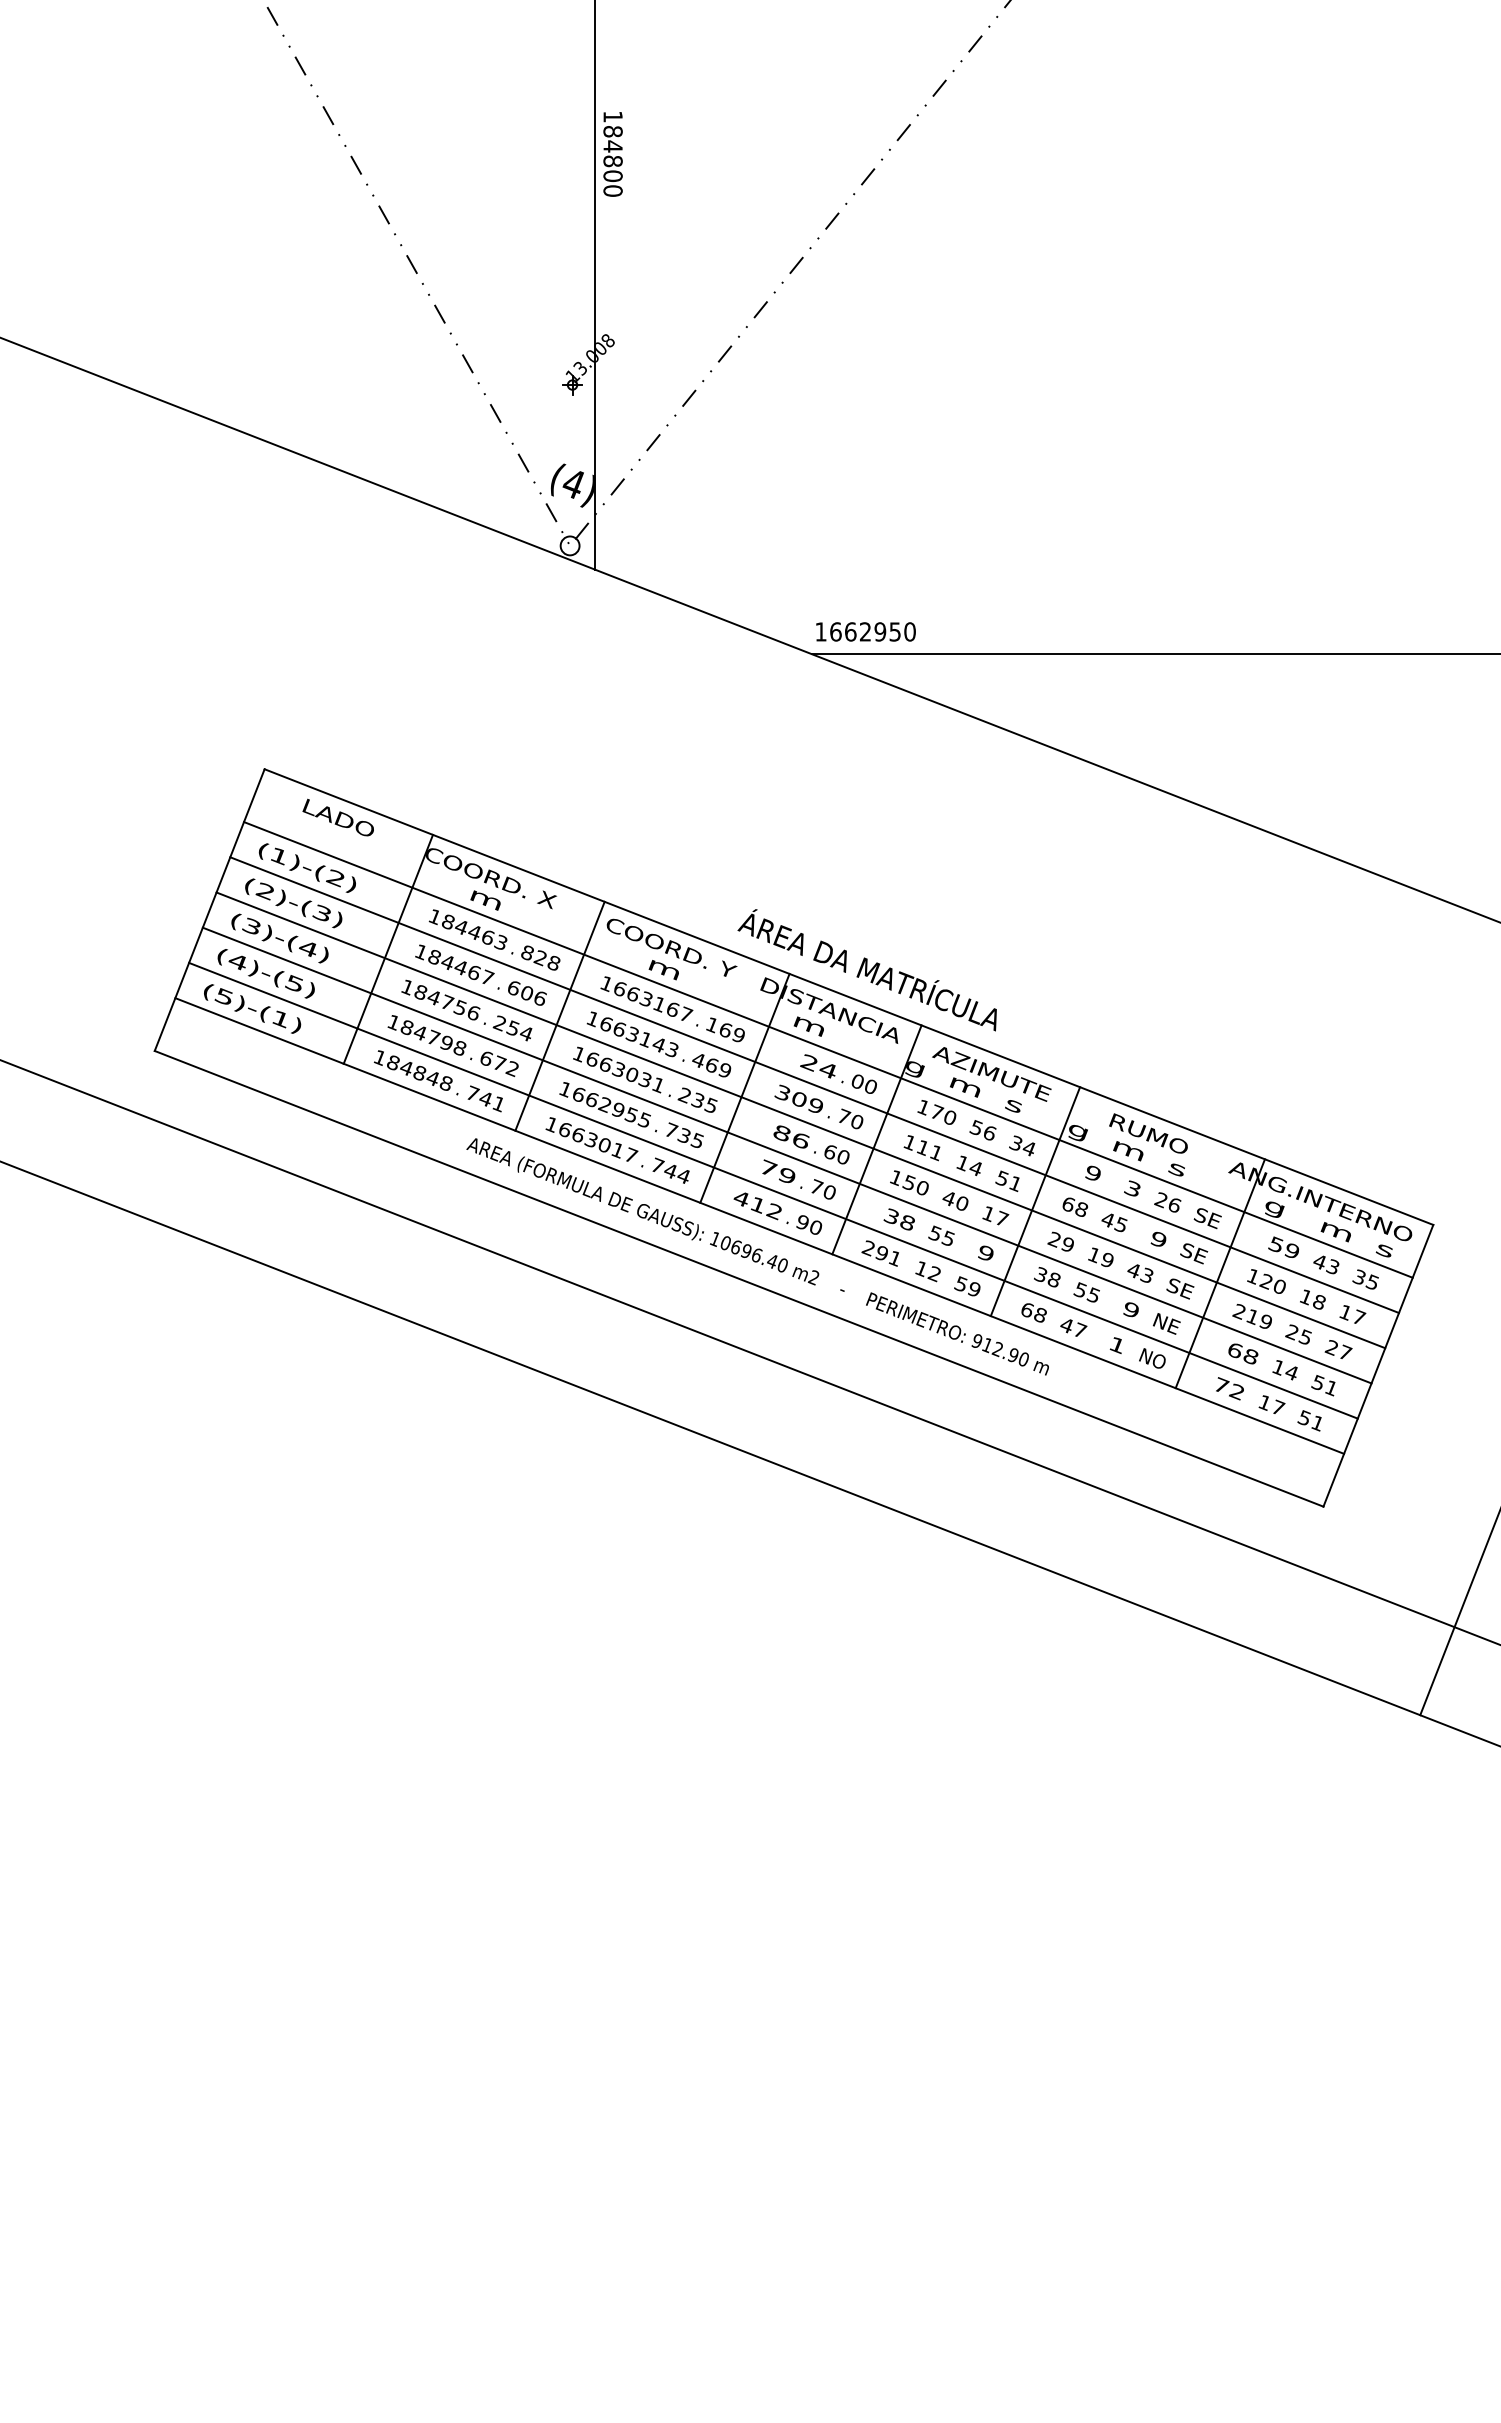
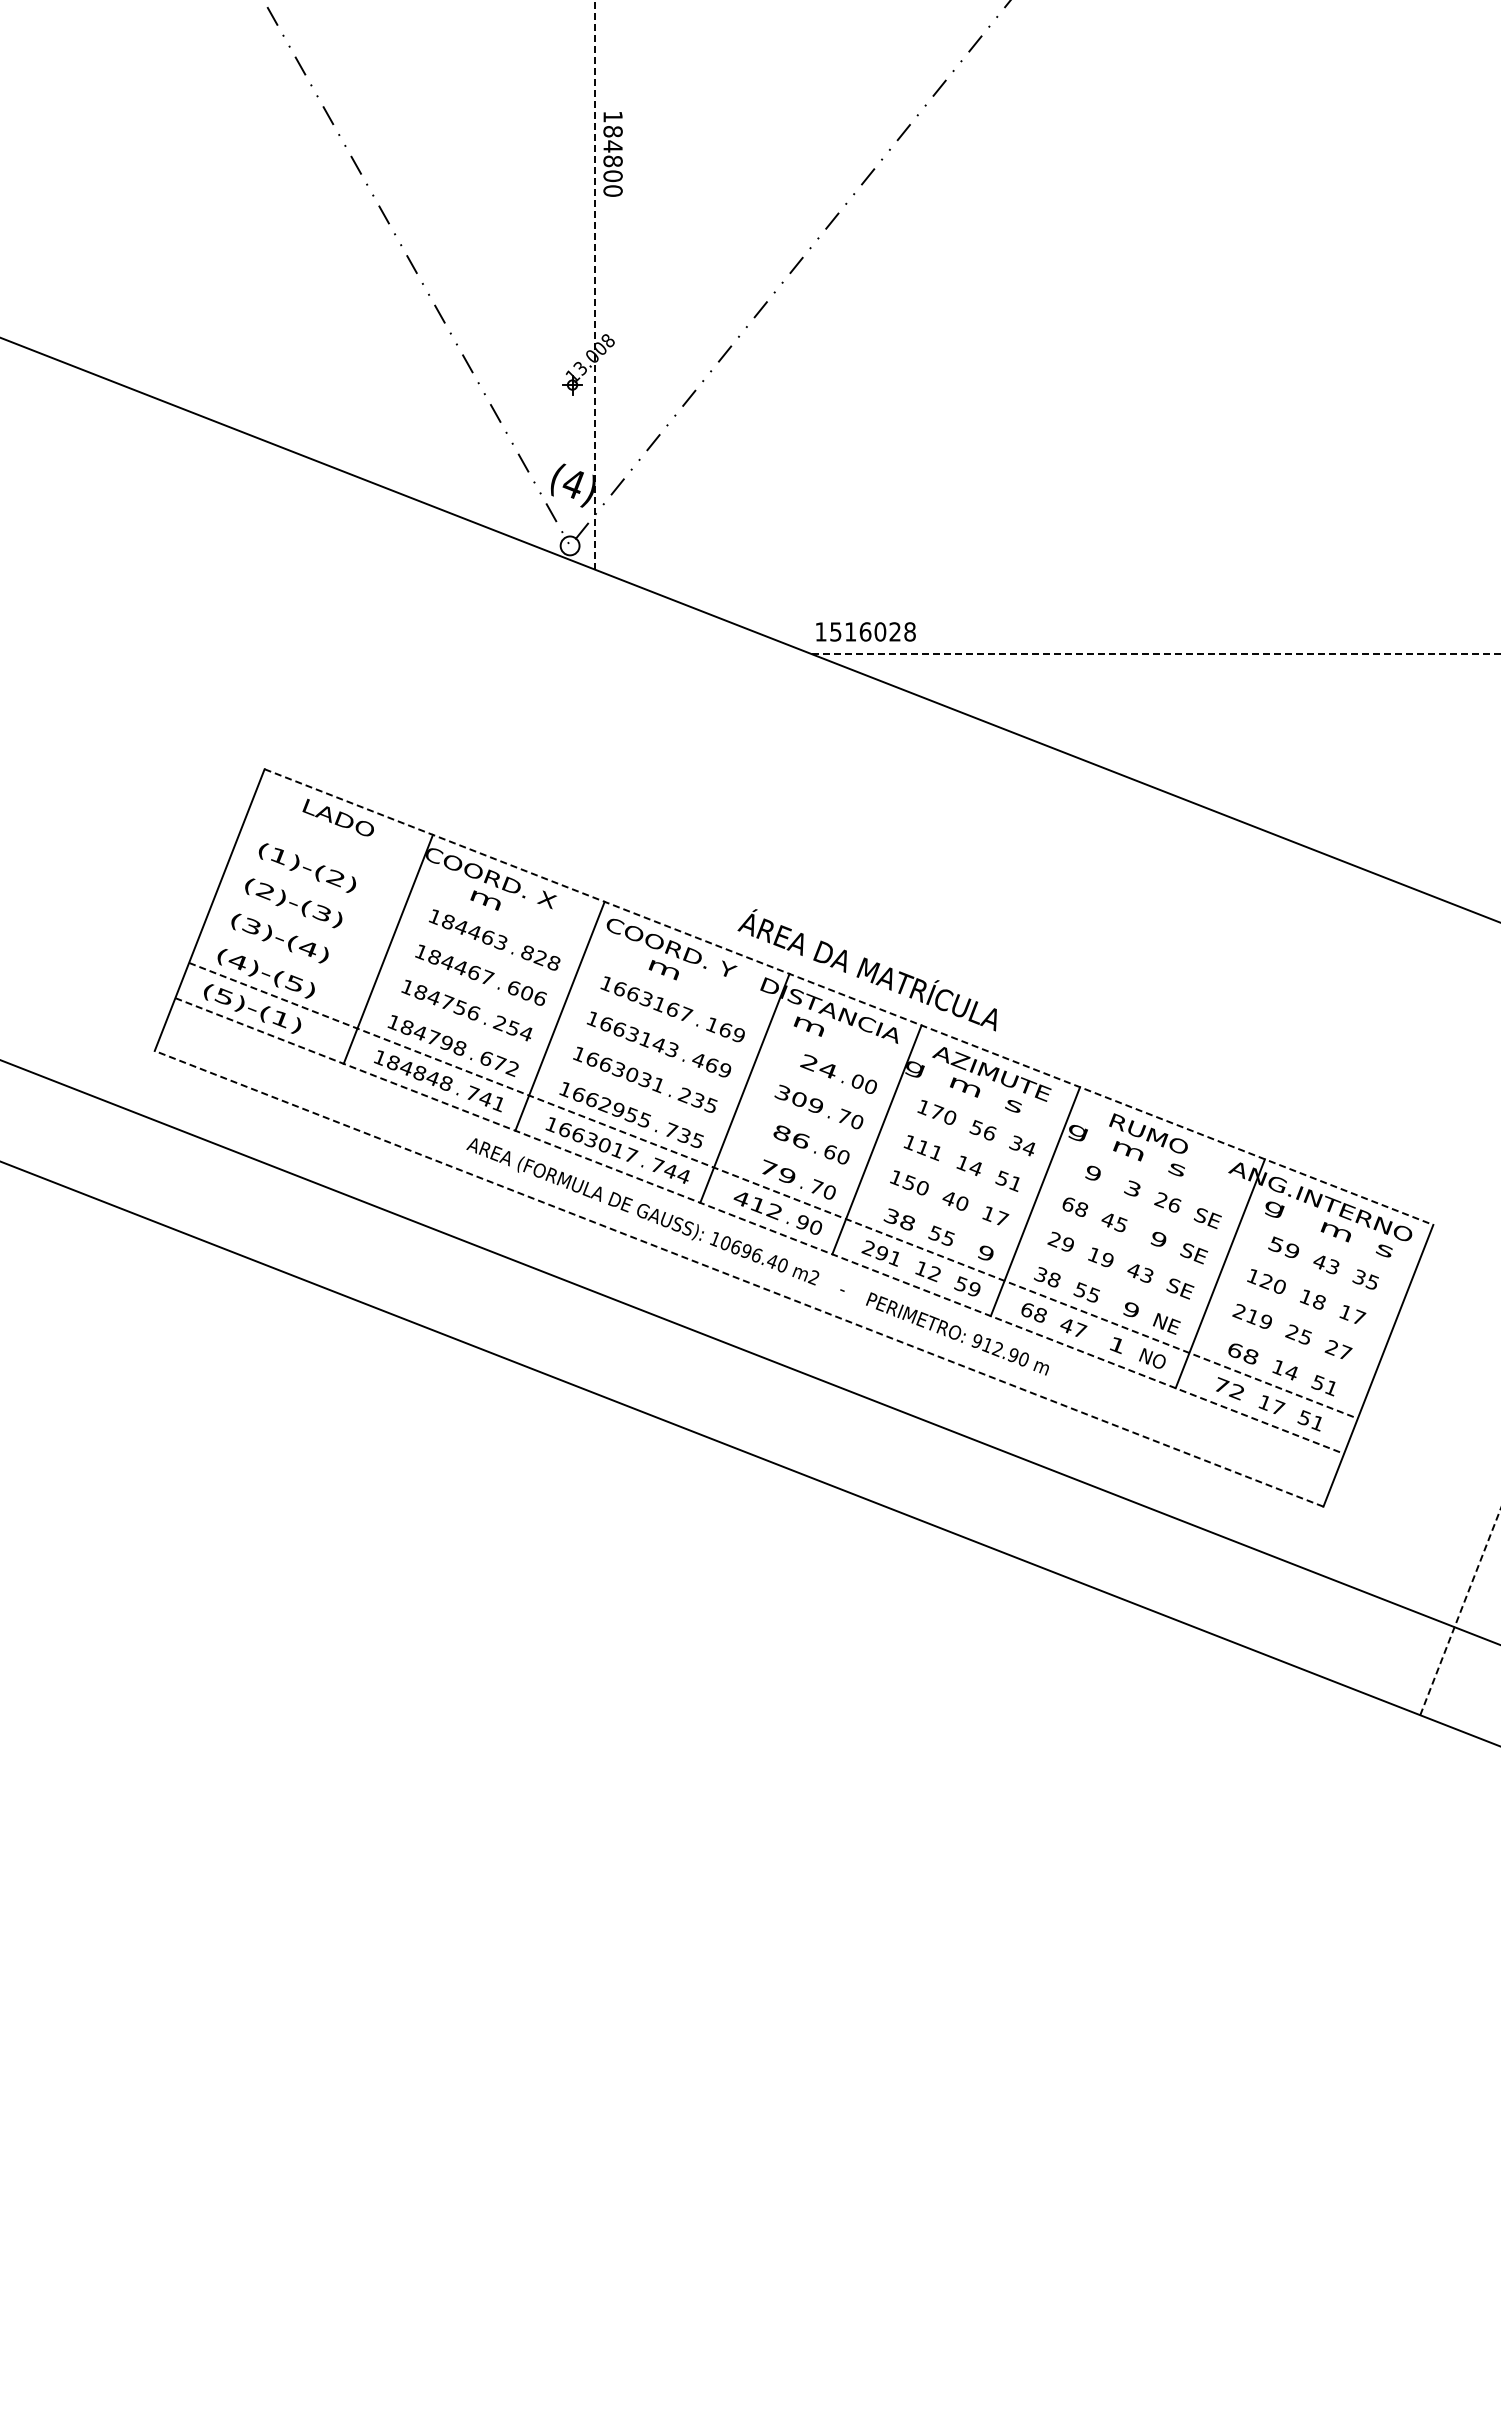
line at (595, 284): solid -> dashed
text at (872, 631): 1662950 -> 1516028
line at (1156, 654): solid -> dashed
line at (849, 997): solid -> dashed
line at (828, 1049): present -> none
line at (814, 1085): present -> none
line at (800, 1120): present -> none
line at (786, 1155): present -> none
line at (773, 1190): solid -> dashed
line at (760, 1226): solid -> dashed
line at (738, 1278): solid -> dashed
line at (1460, 1611): solid -> dashed
